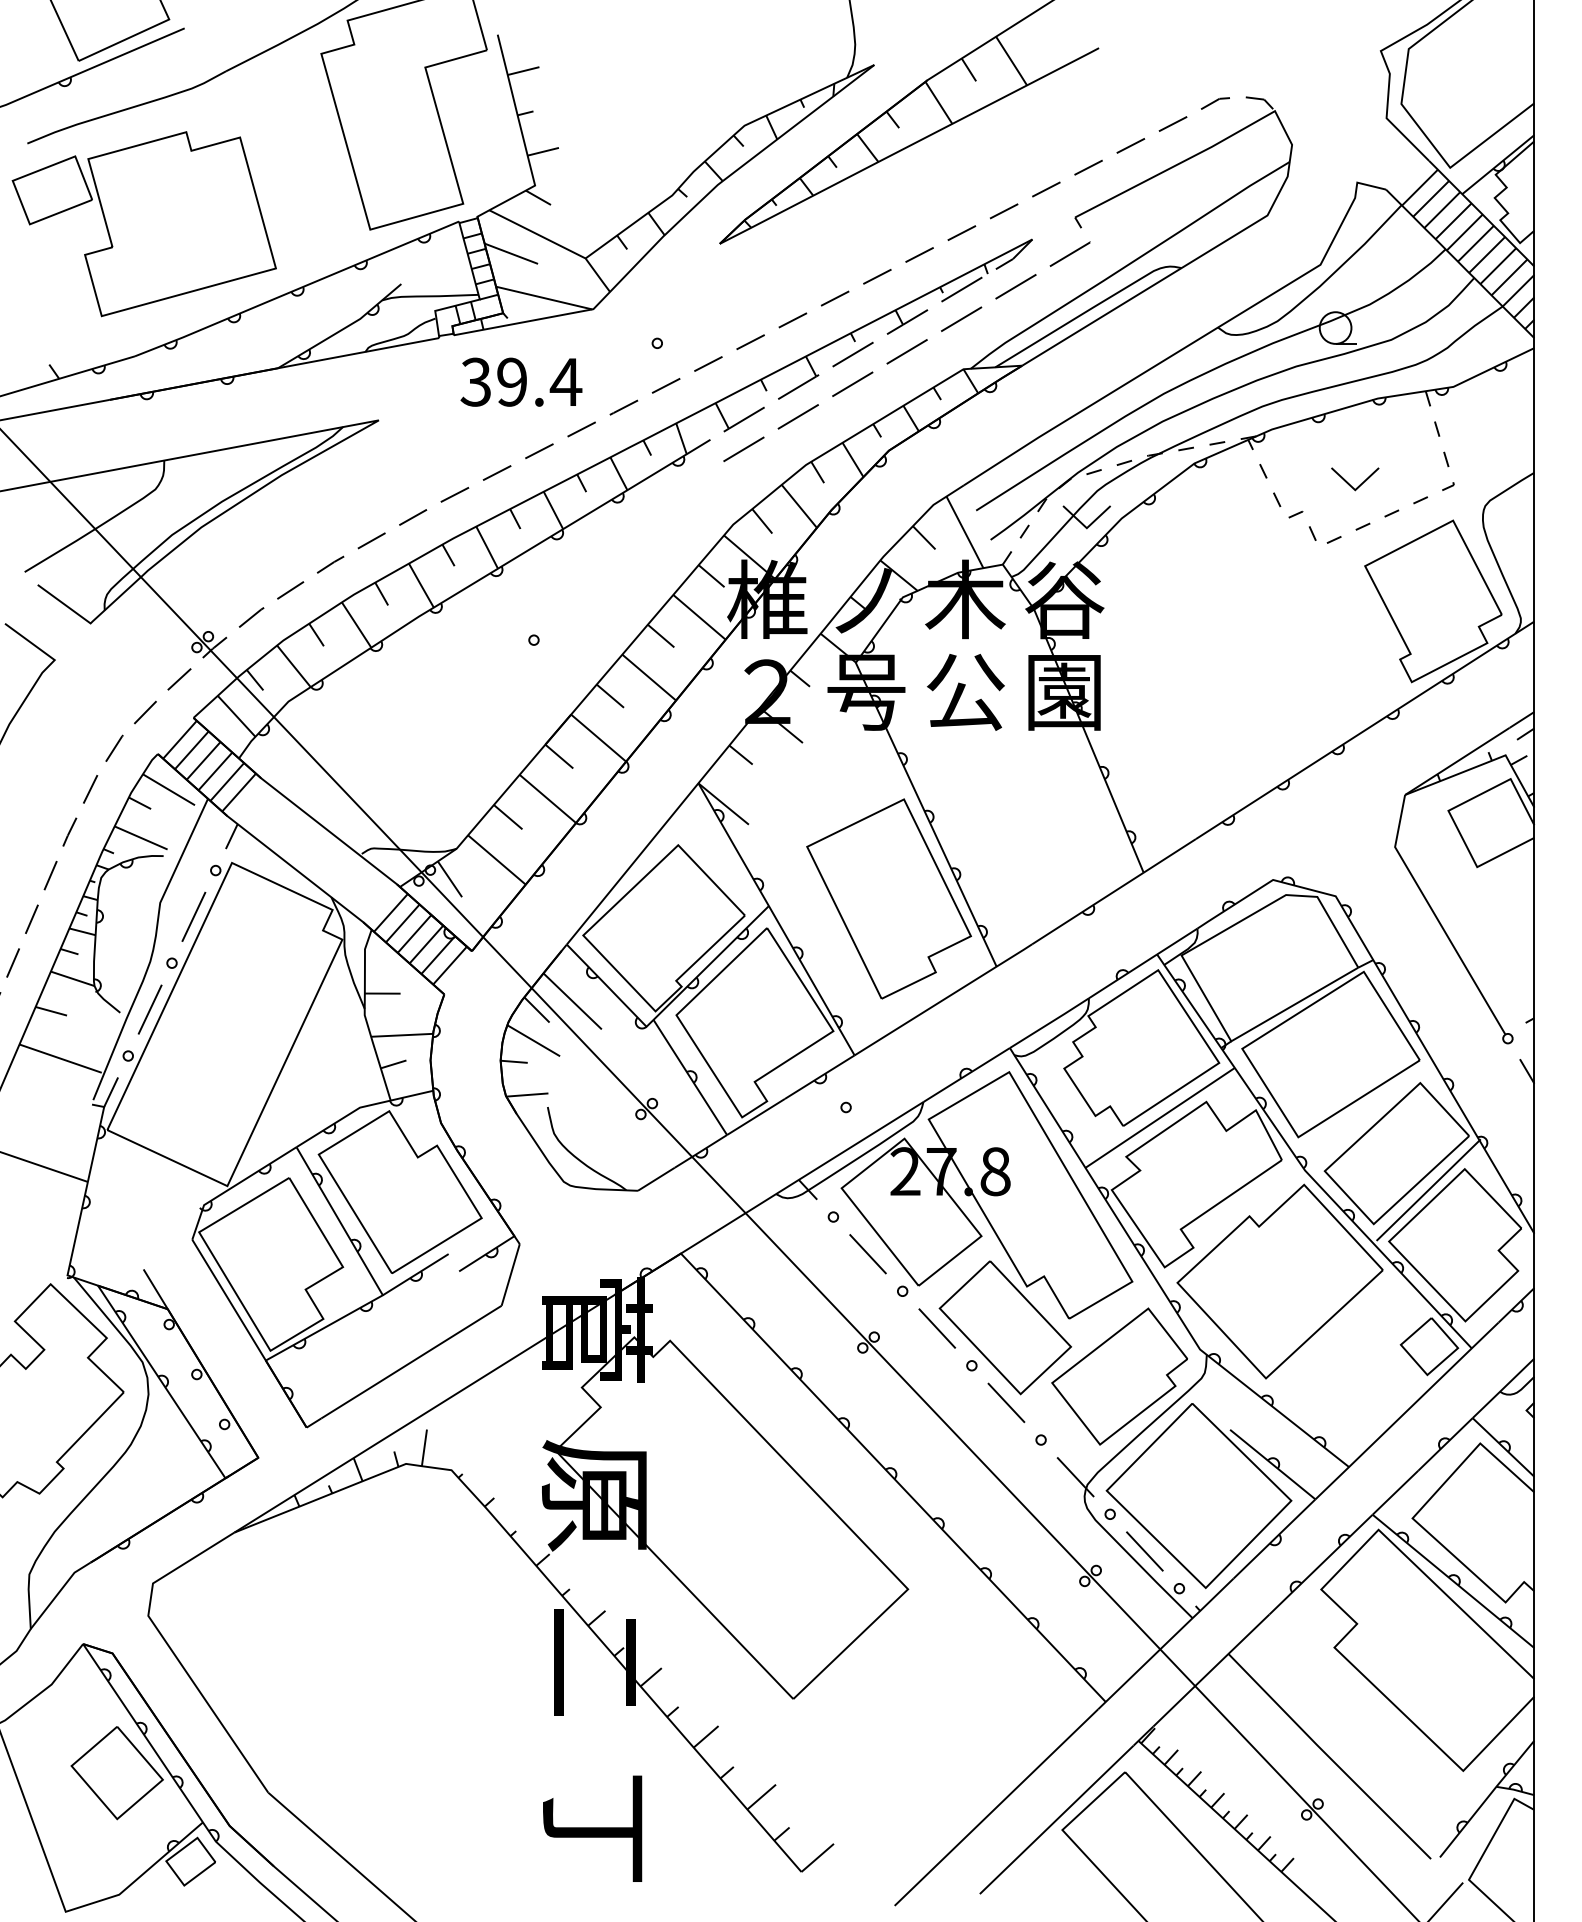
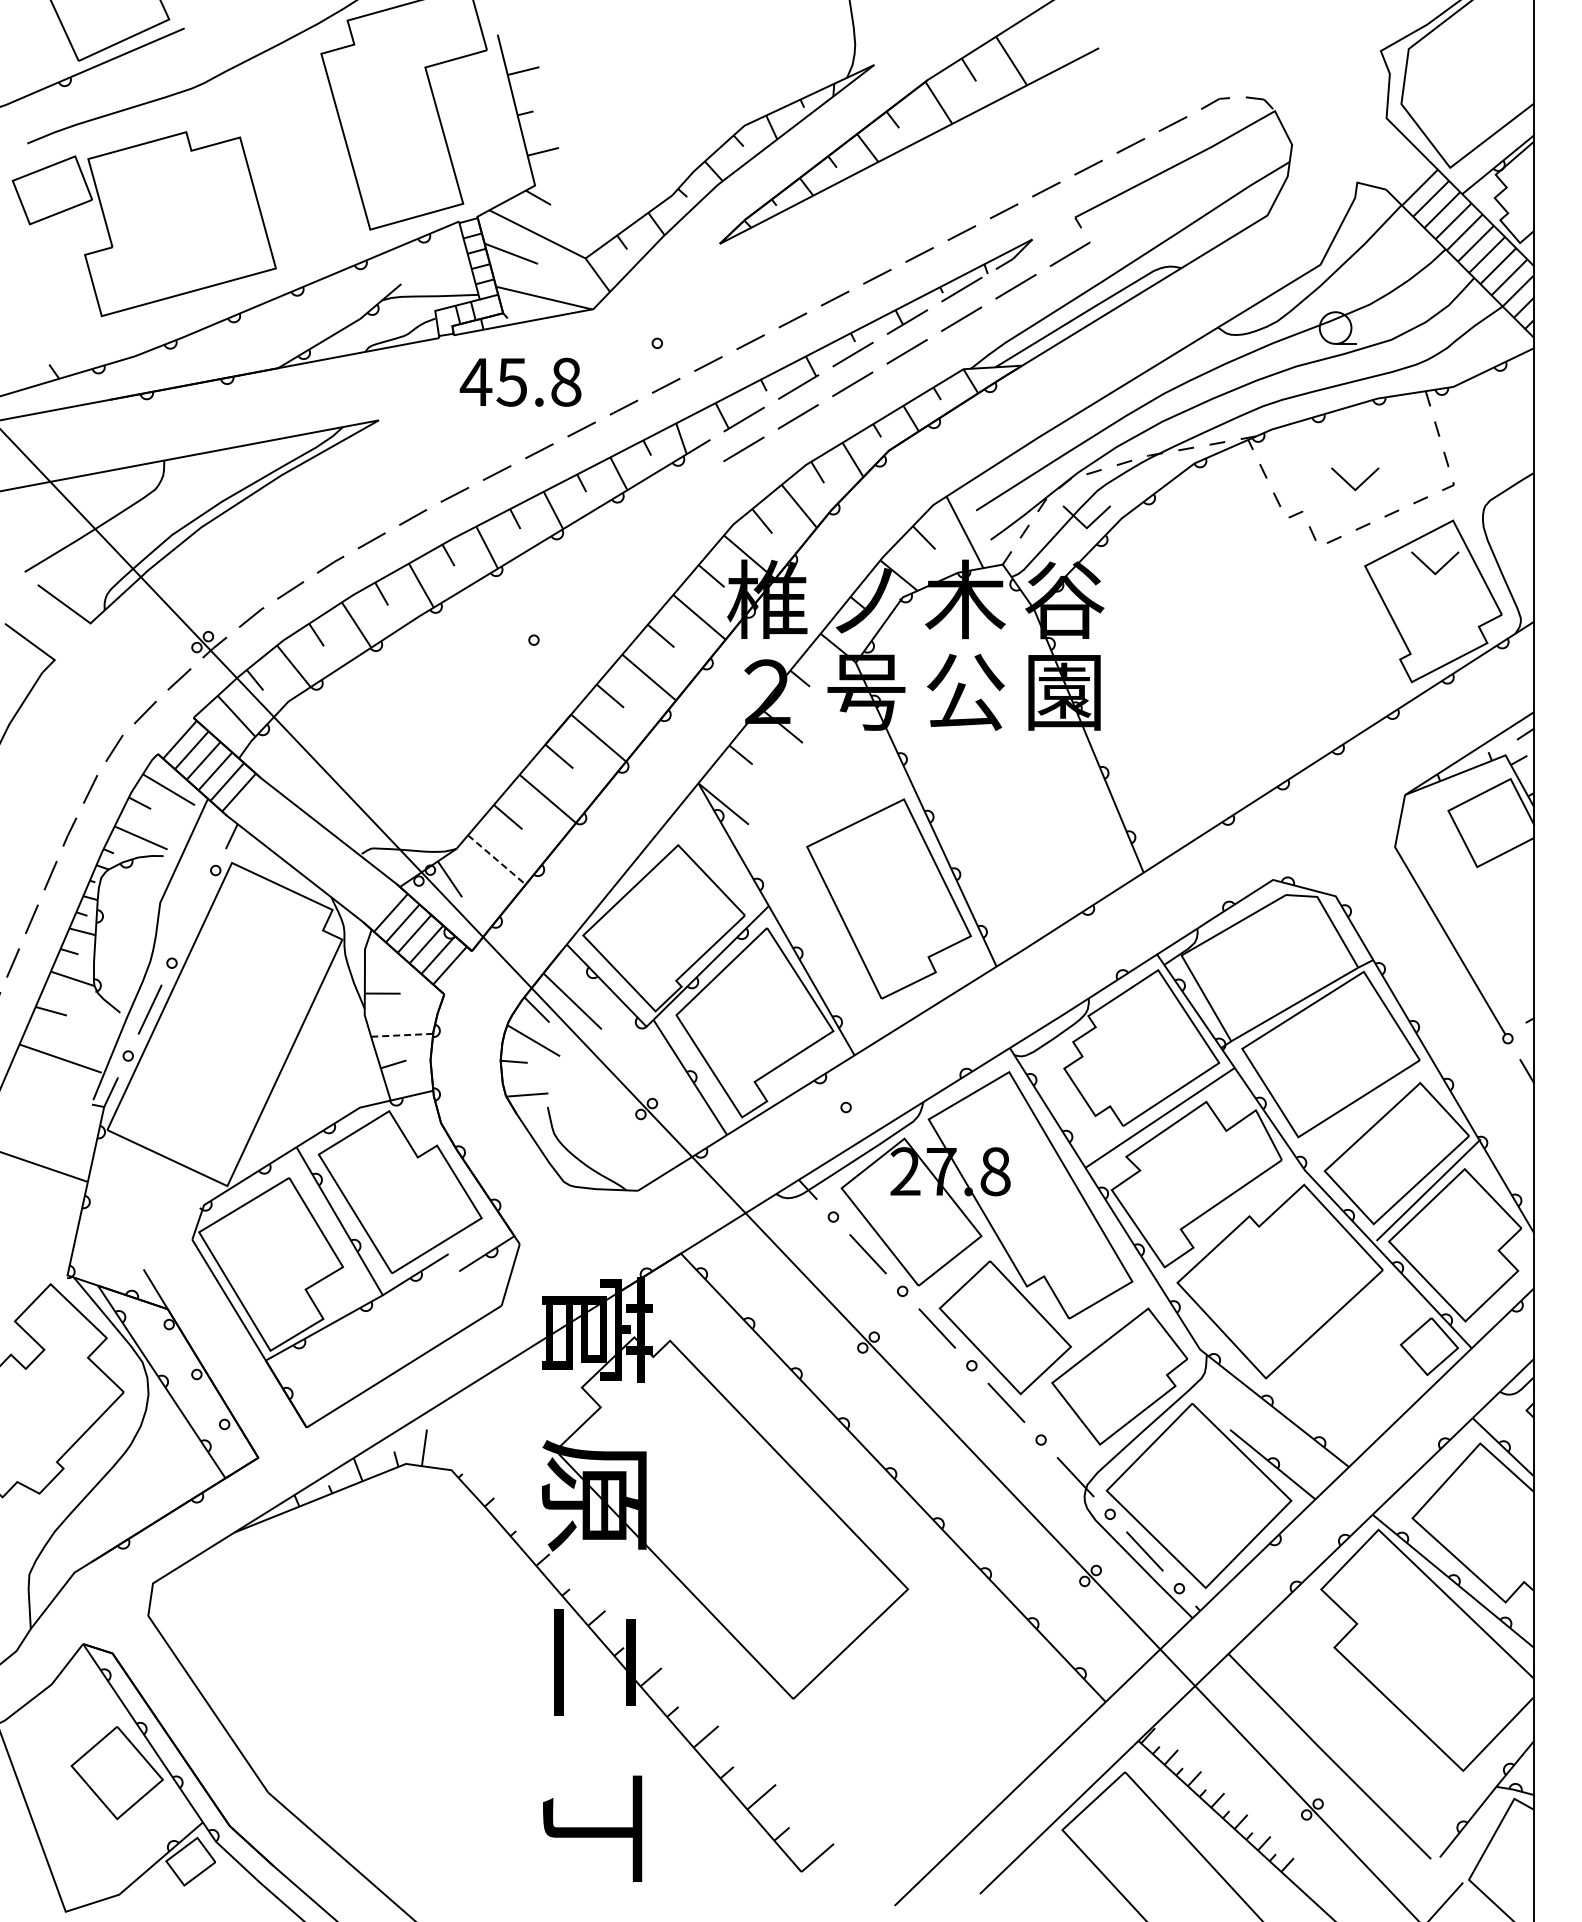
text at (520, 381): 39.4 -> 45.8
part at (1440, 567): none -> present
line at (496, 859): solid -> dashed
line at (193, 916): present -> none
line at (402, 1035): solid -> dashed
